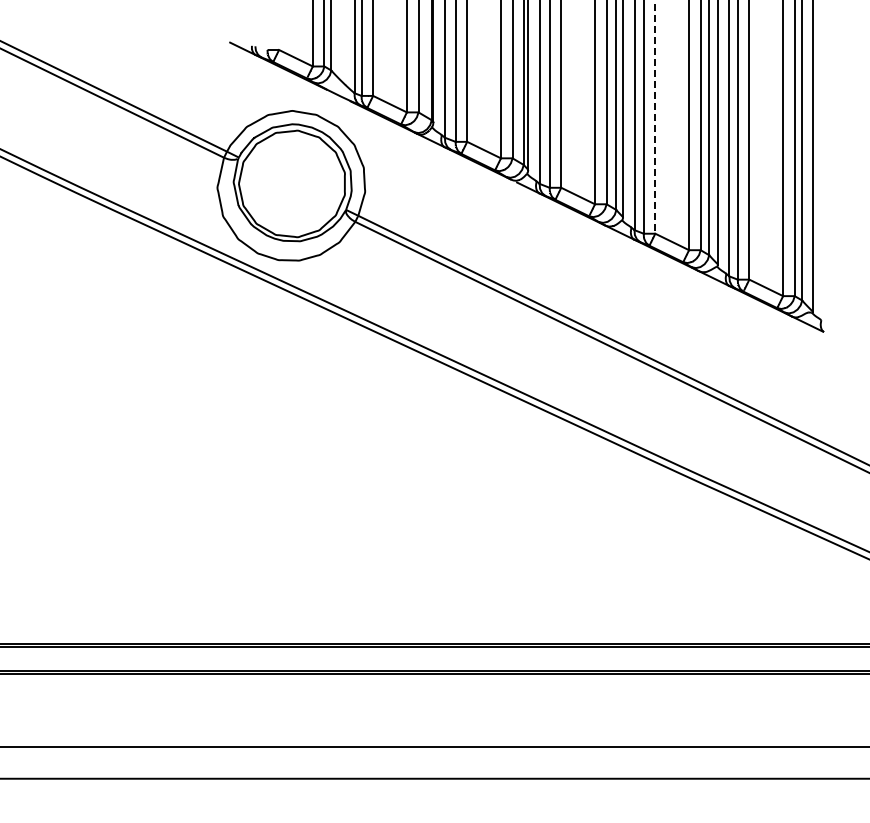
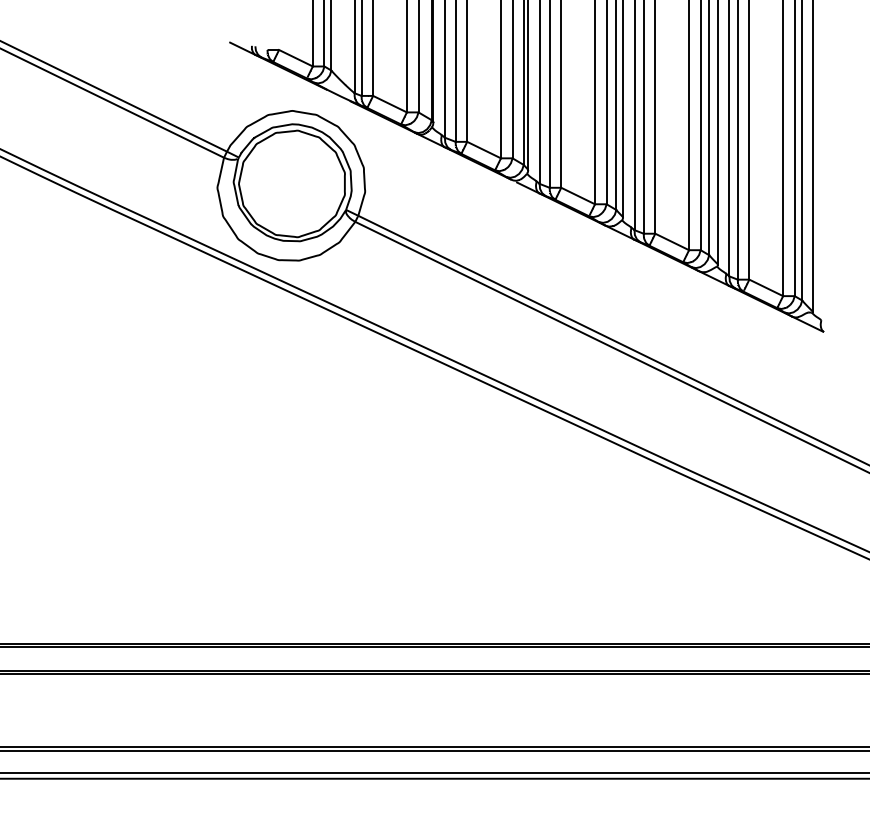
line at (655, 117): dashed -> solid
line at (434, 751): none -> present
line at (434, 772): none -> present
